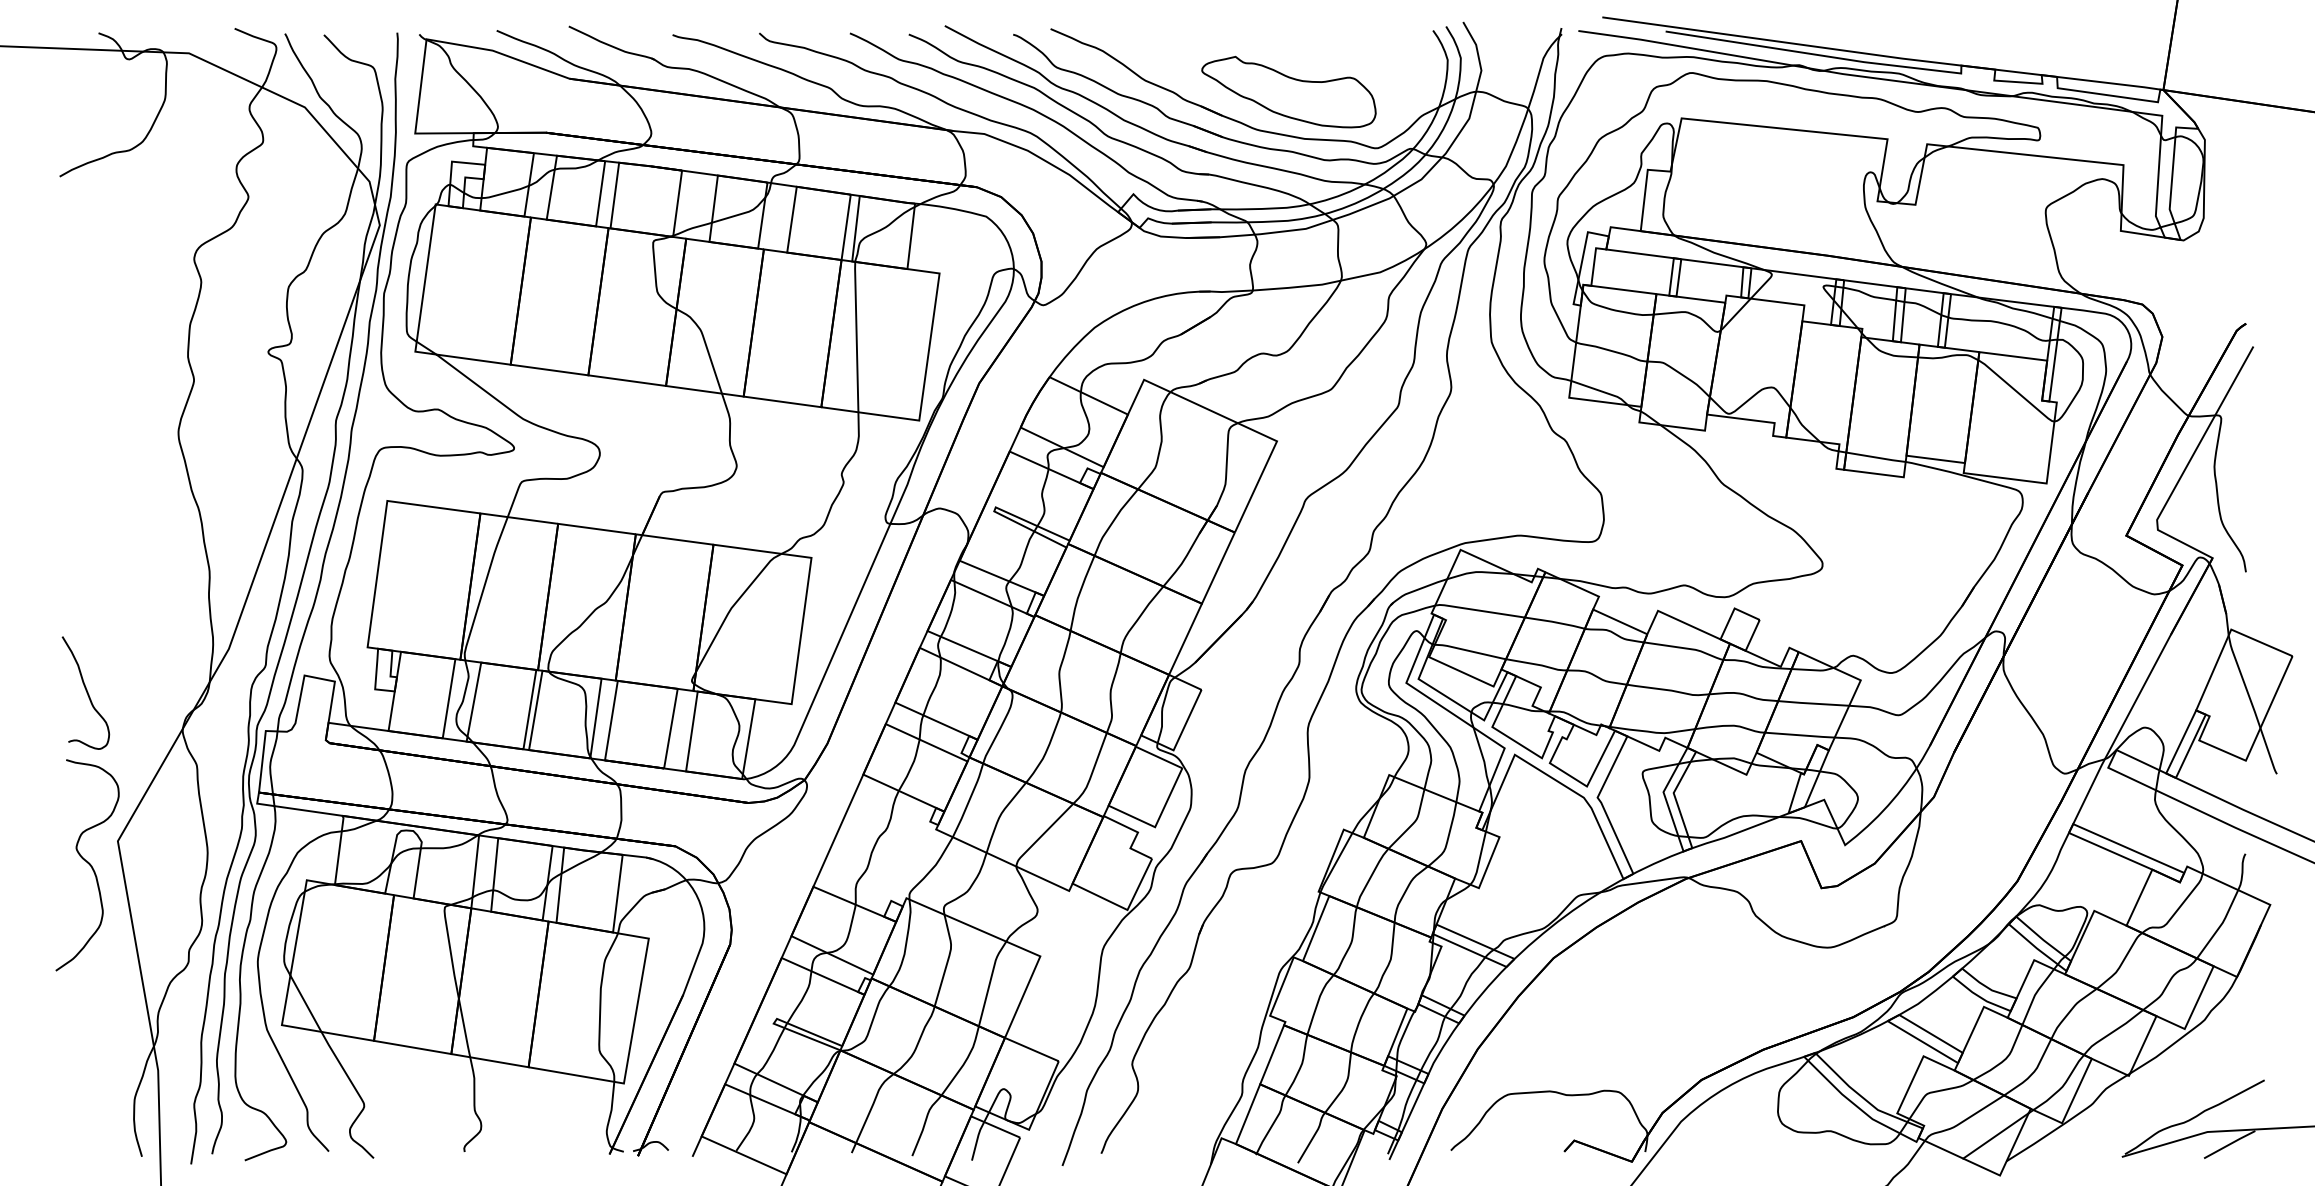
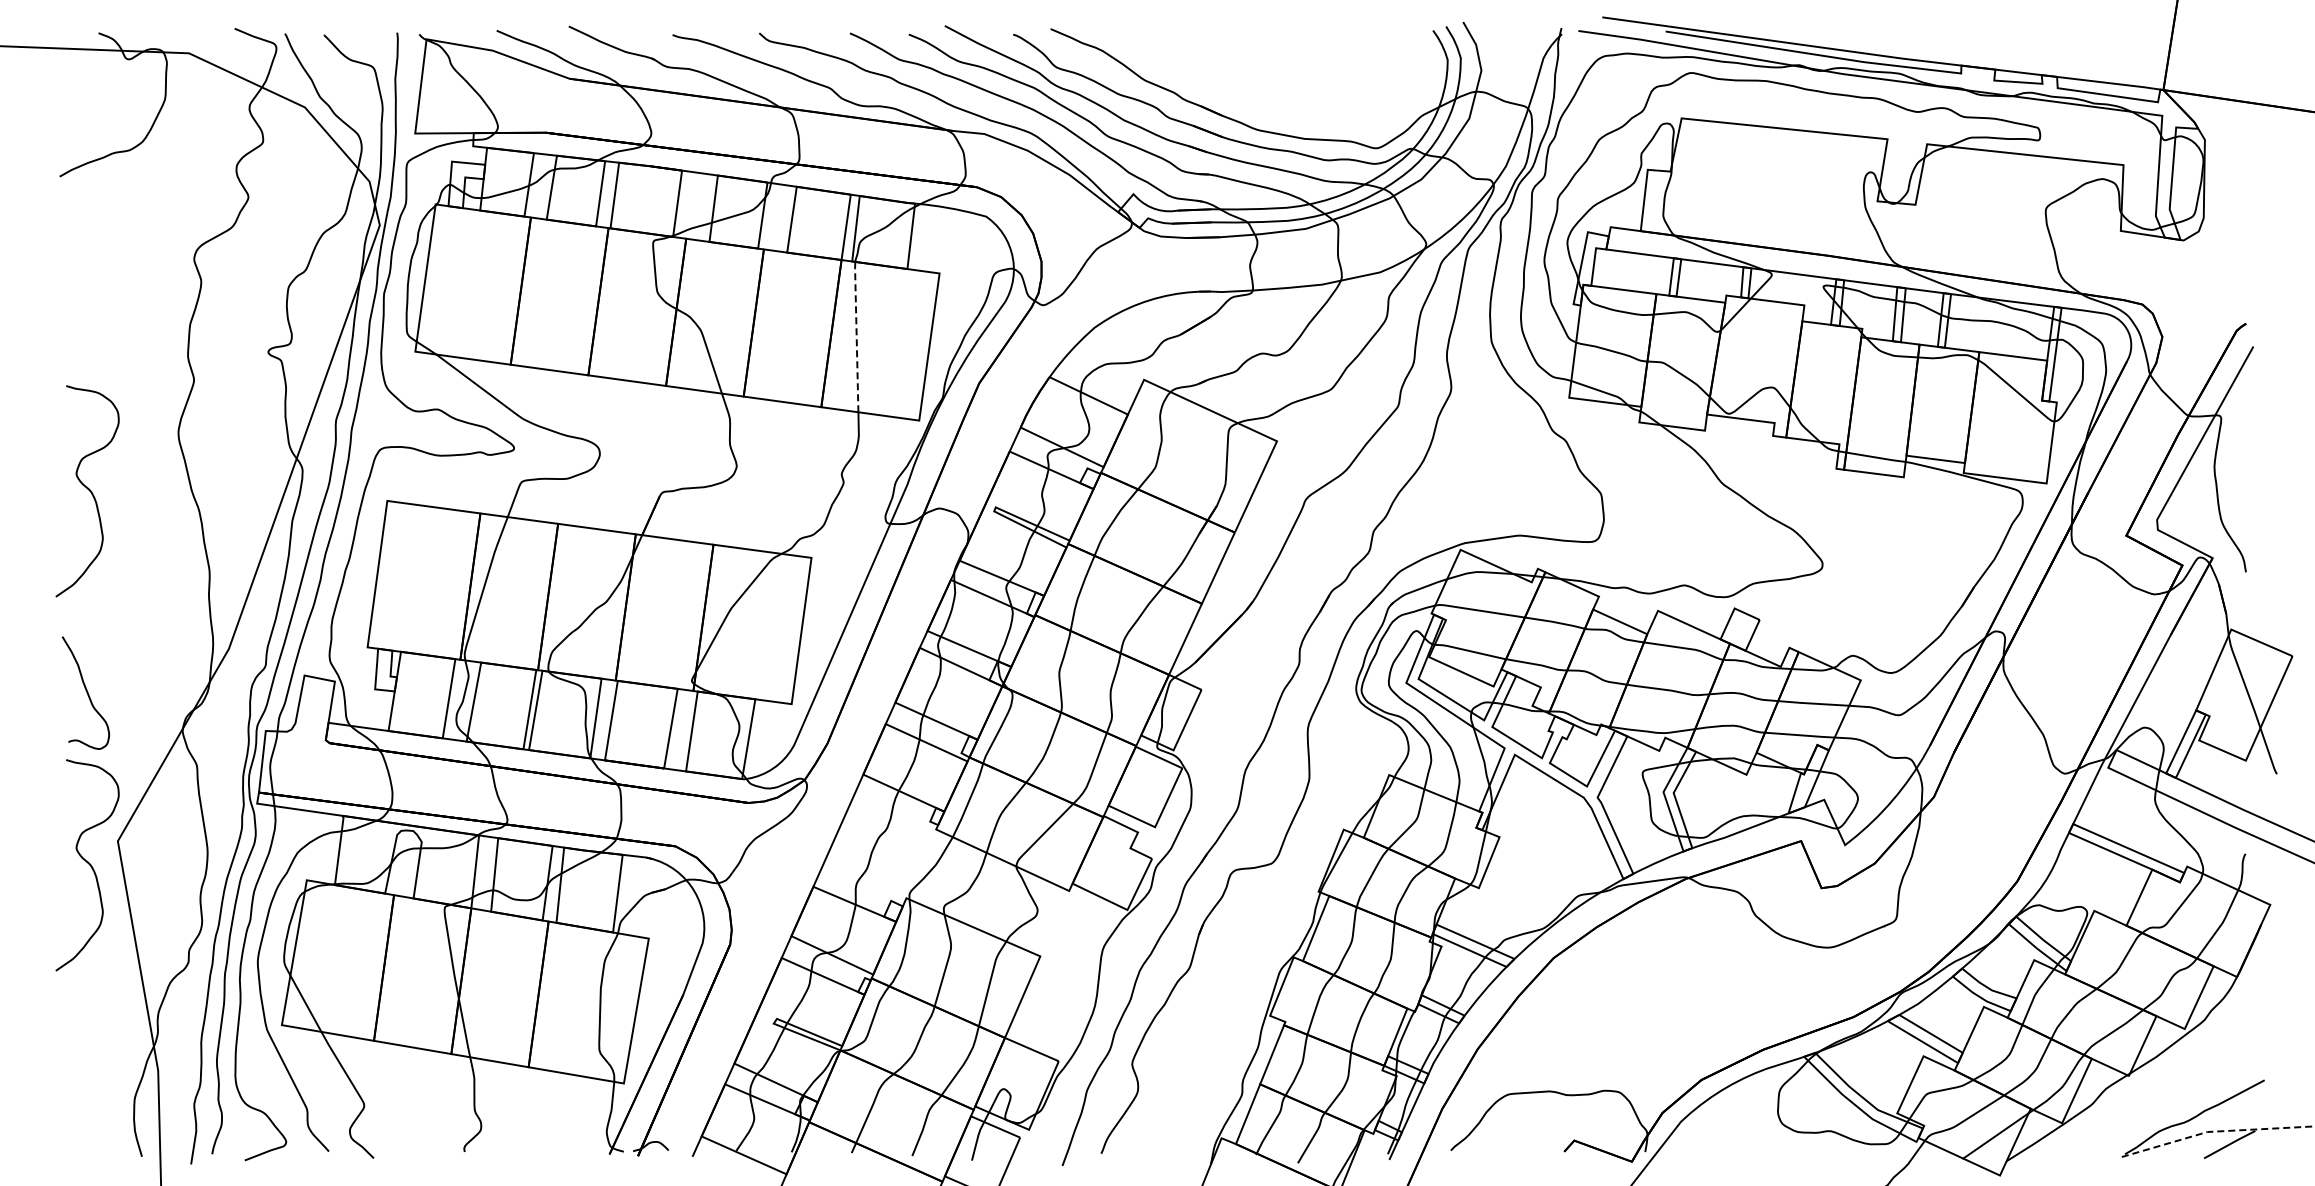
part at (1288, 91): present -> none
line at (856, 336): solid -> dashed
curve at (88, 490): none -> present
line at (2215, 1131): solid -> dashed
